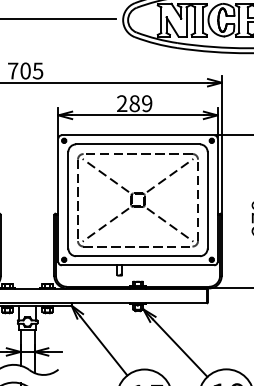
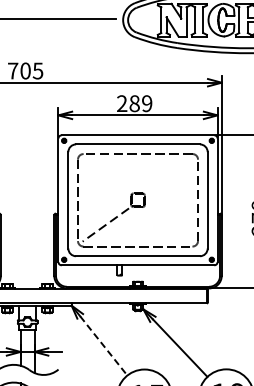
line at (105, 175): present -> none
line at (170, 175): present -> none
line at (170, 224): present -> none
line at (103, 345): solid -> dashed
